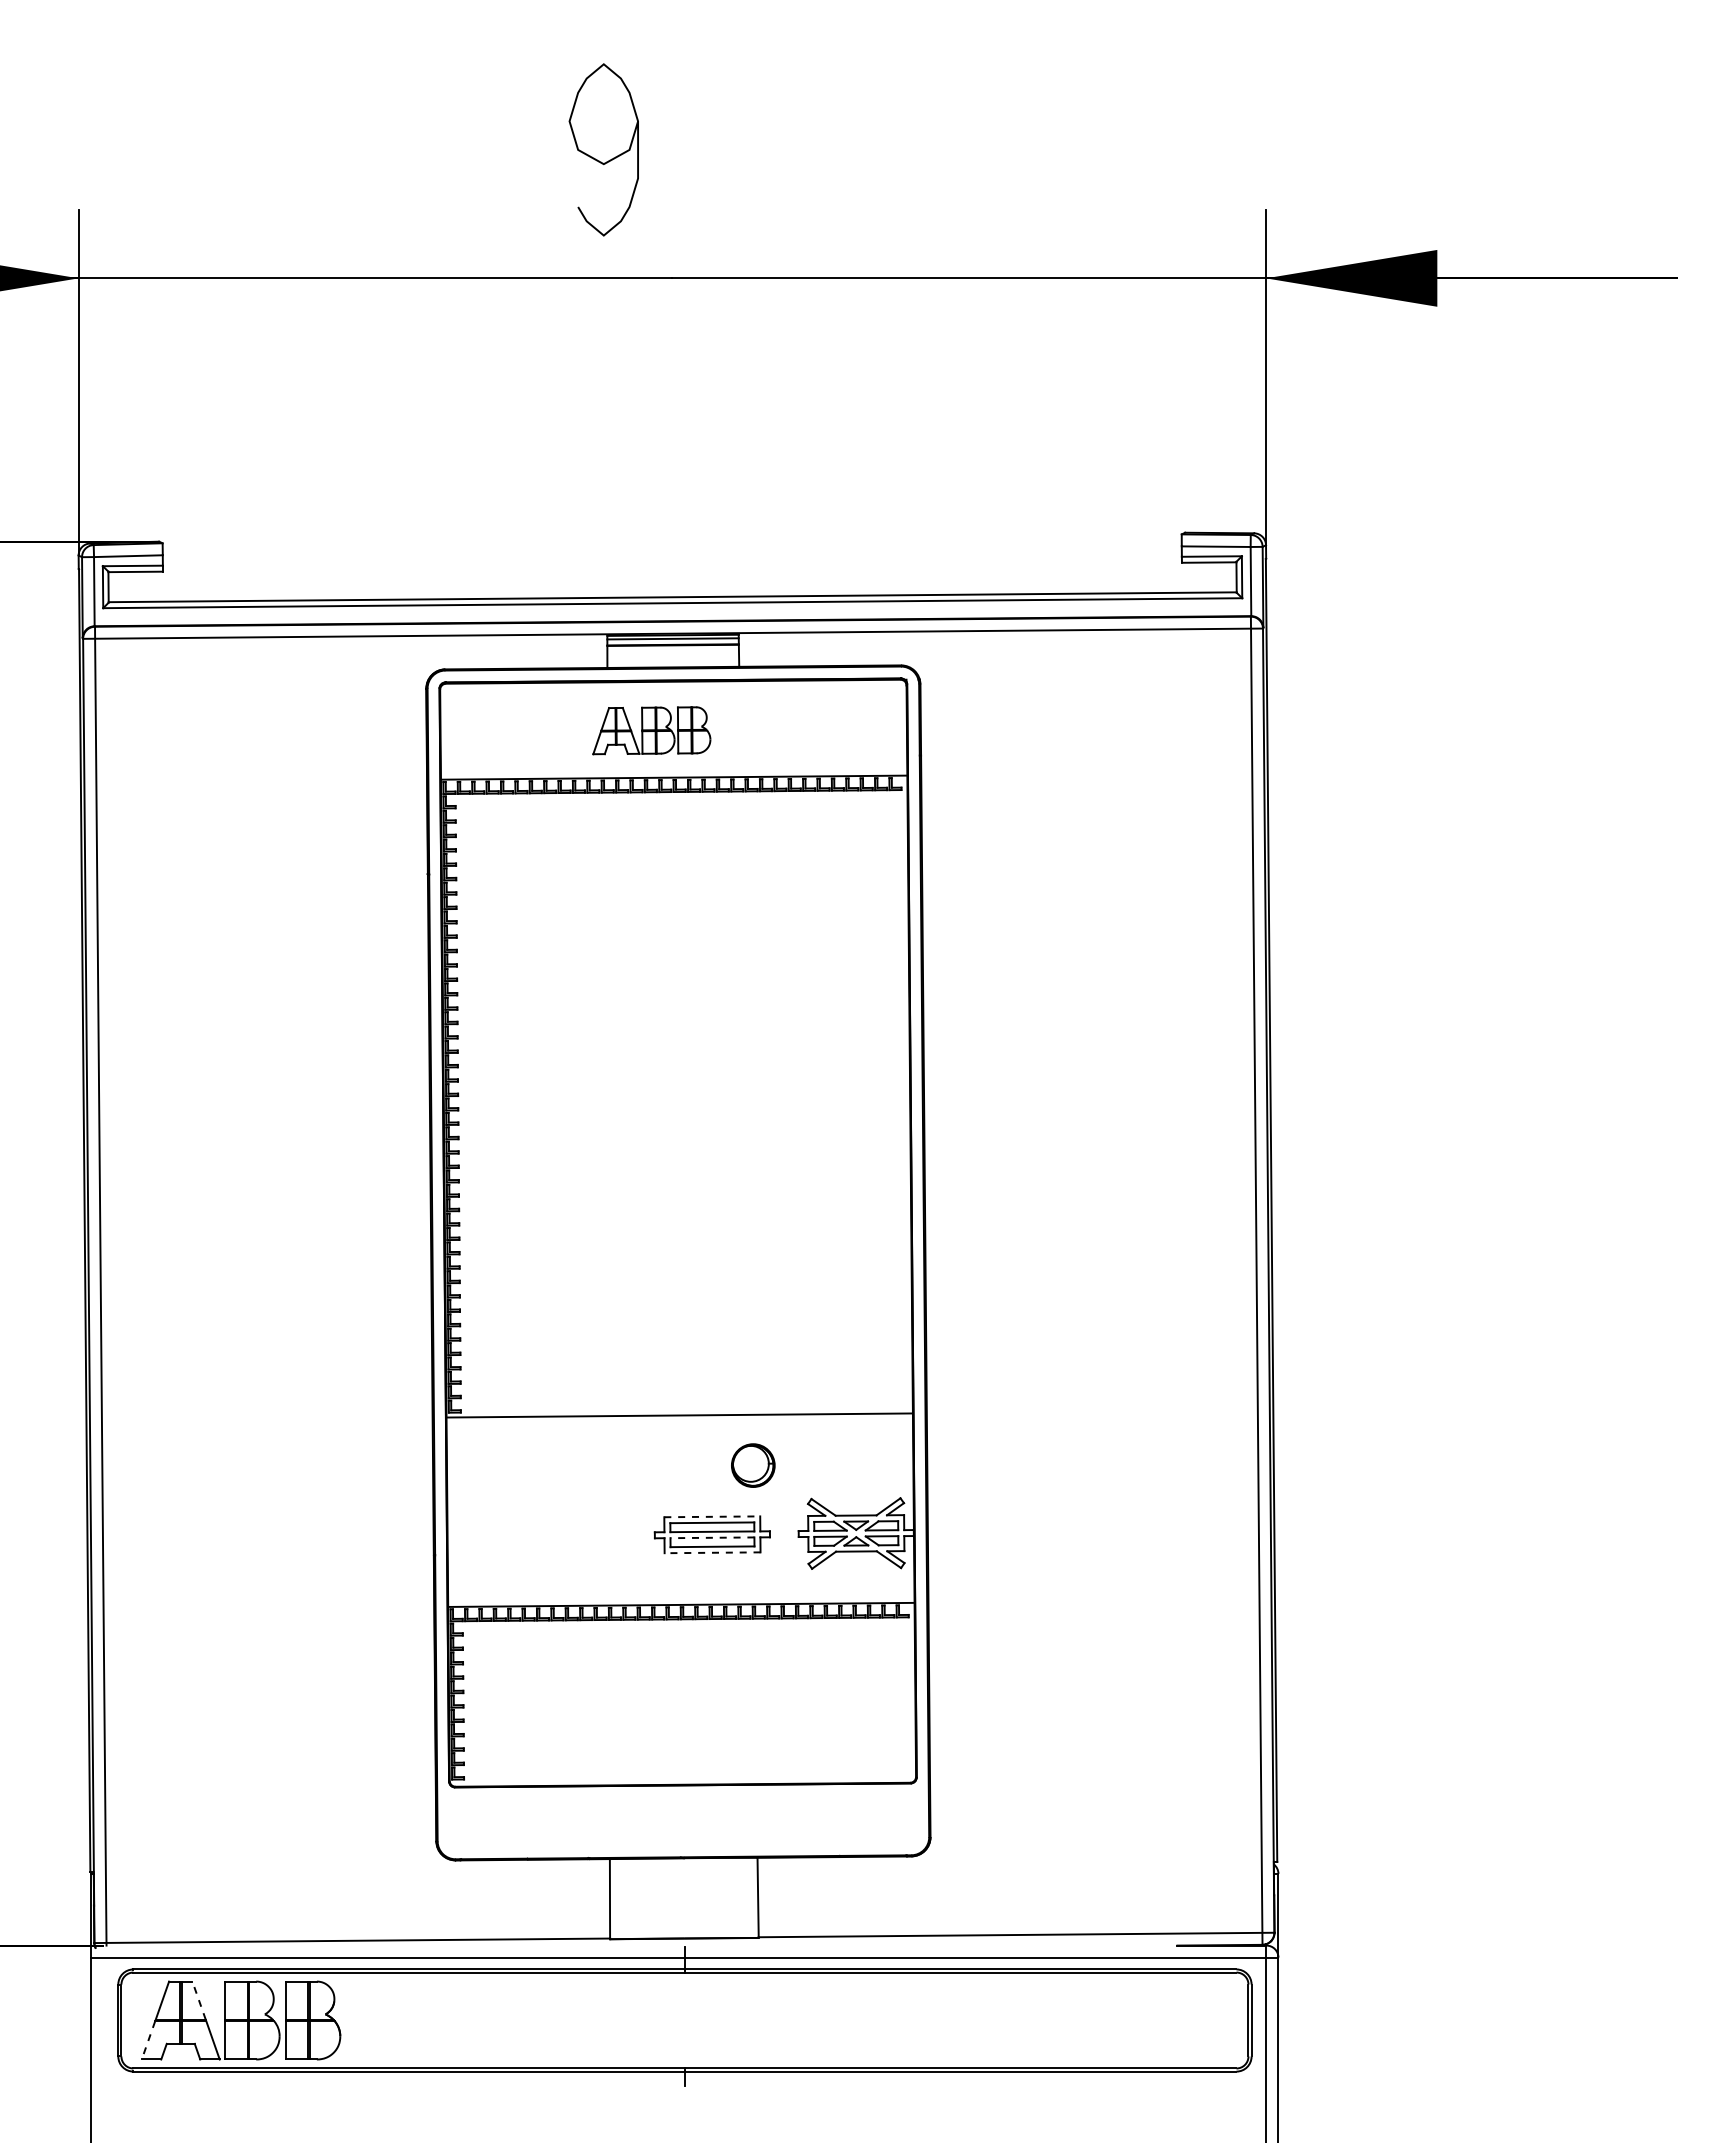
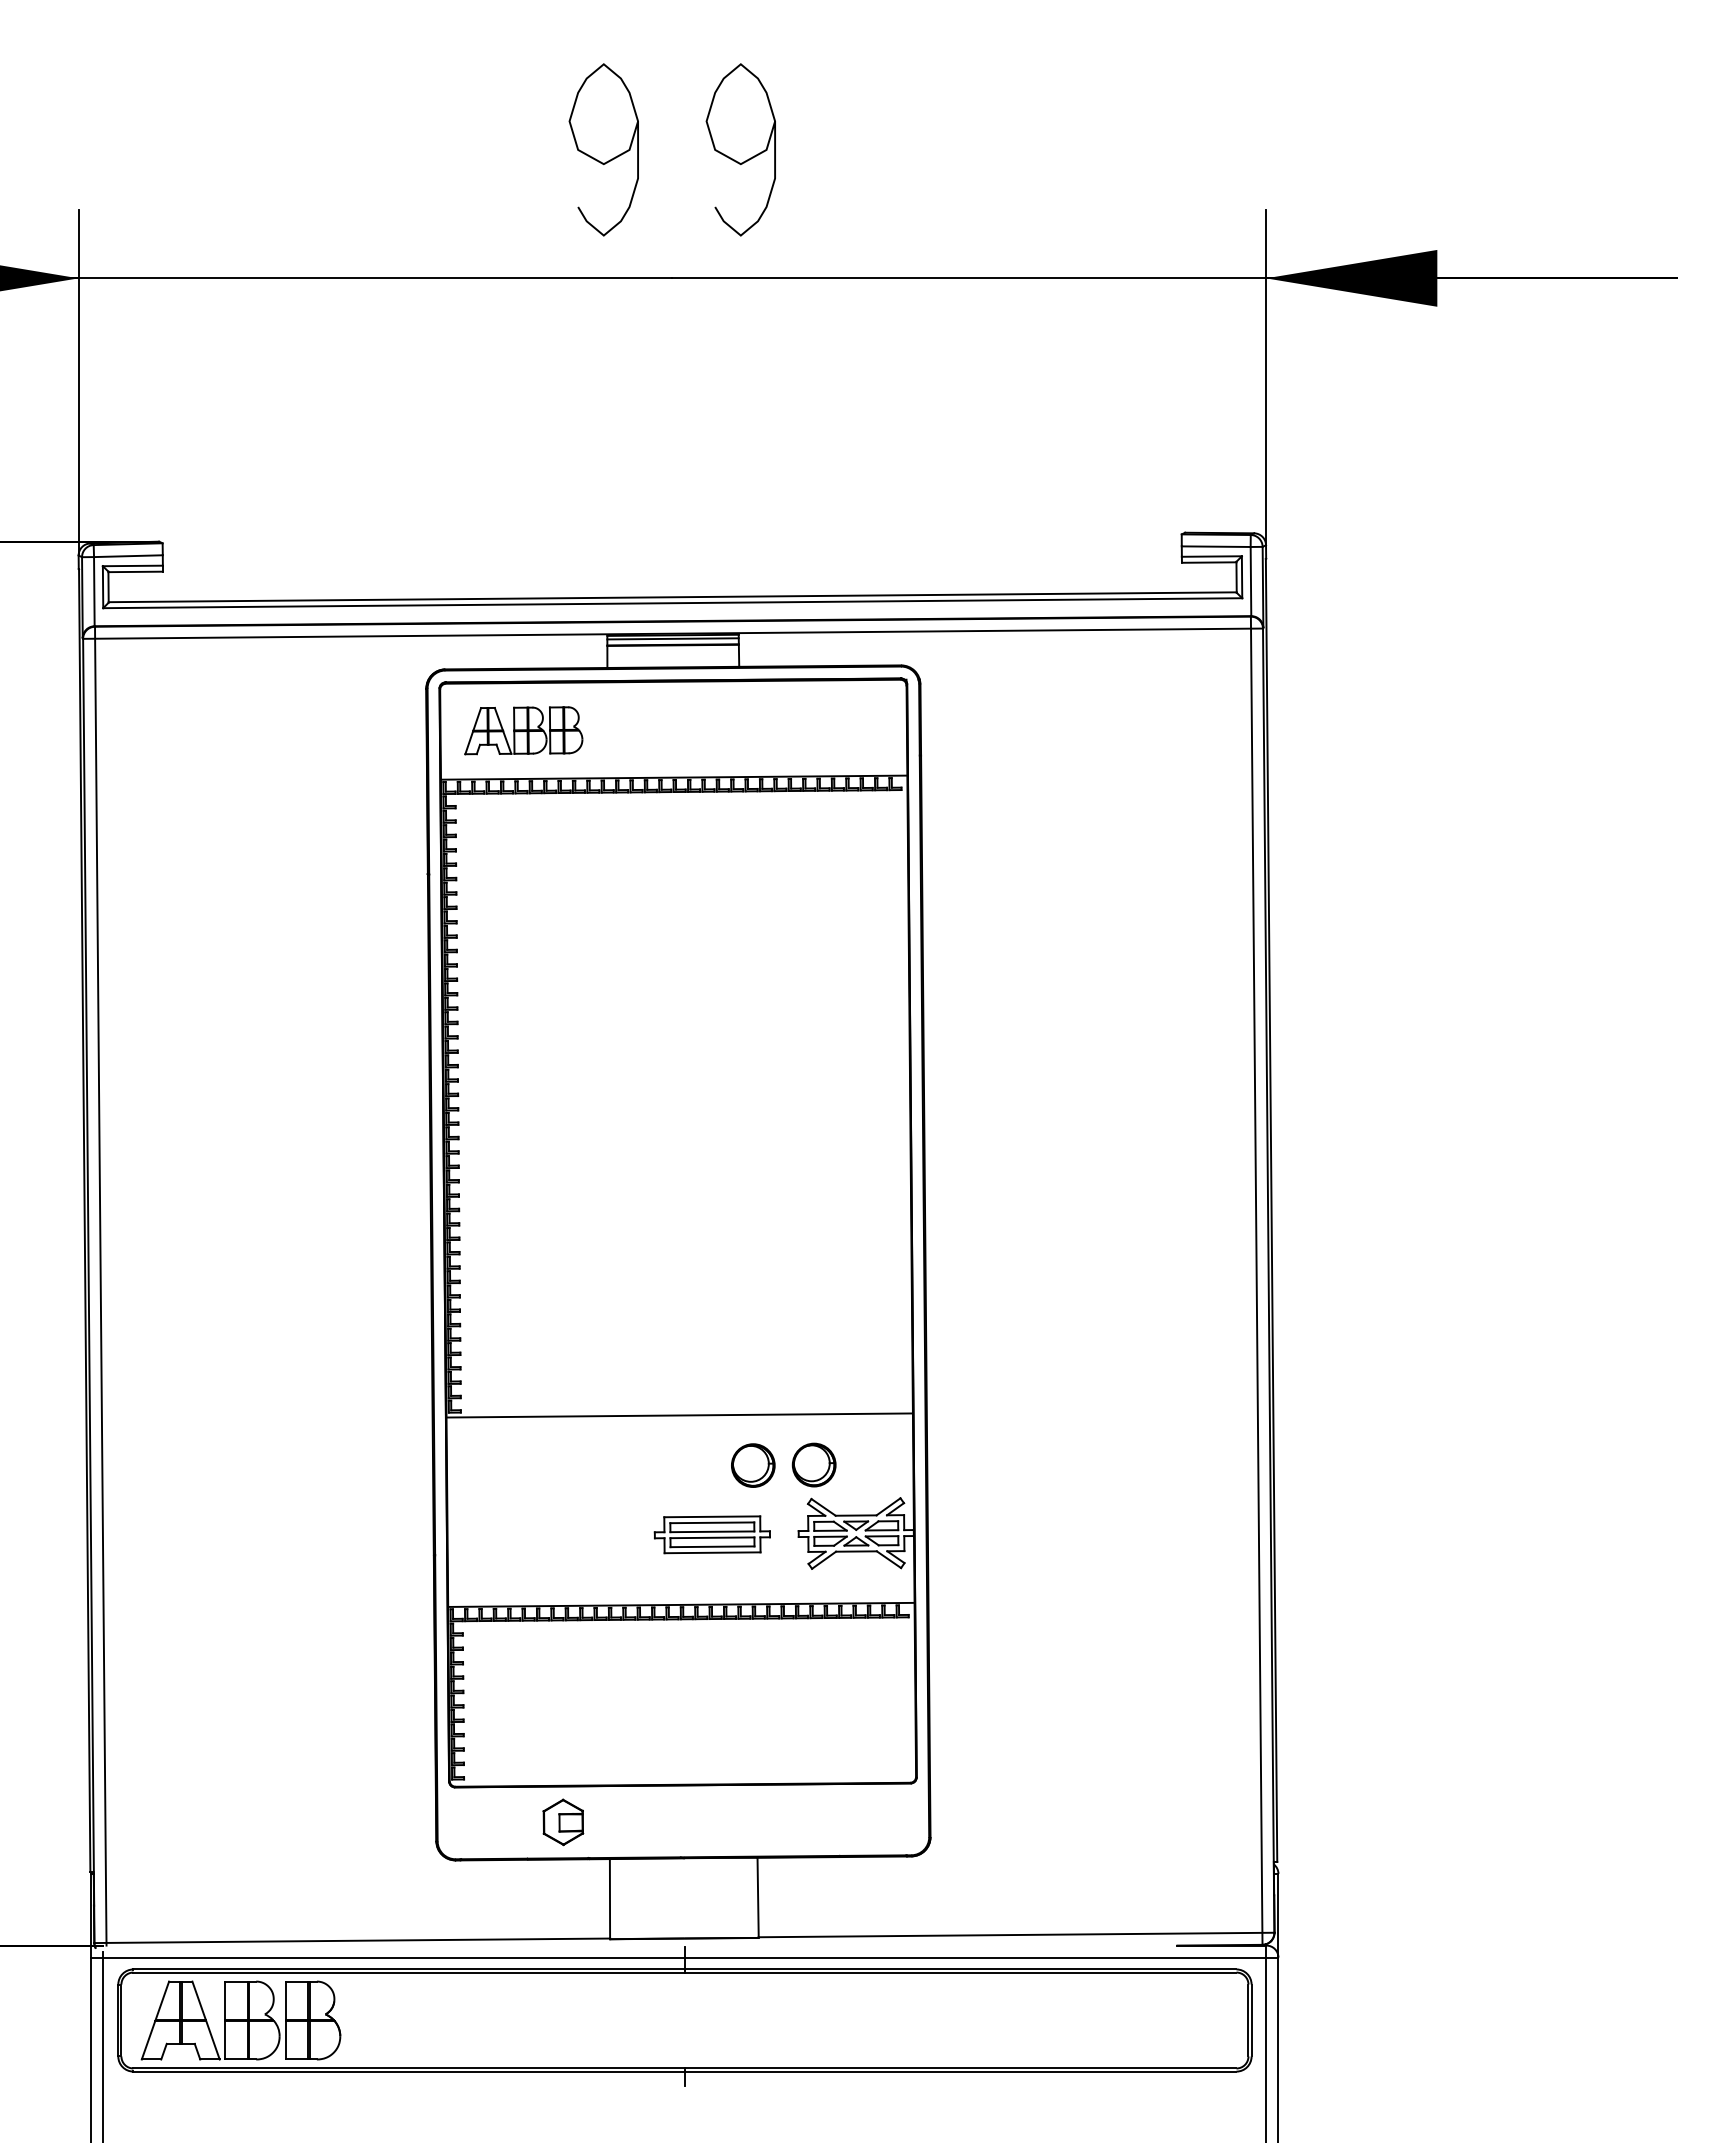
curve at (734, 159): none -> present
part at (651, 730) position: (651, 730) -> (523, 730)
part at (813, 1464): none -> present
line at (712, 1516): dashed -> solid
line at (712, 1537): dashed -> solid
line at (712, 1552): dashed -> solid
part at (563, 1822): none -> present
line at (198, 2000): dashed -> solid
line at (148, 2040): dashed -> solid
line at (103, 2045): none -> present
